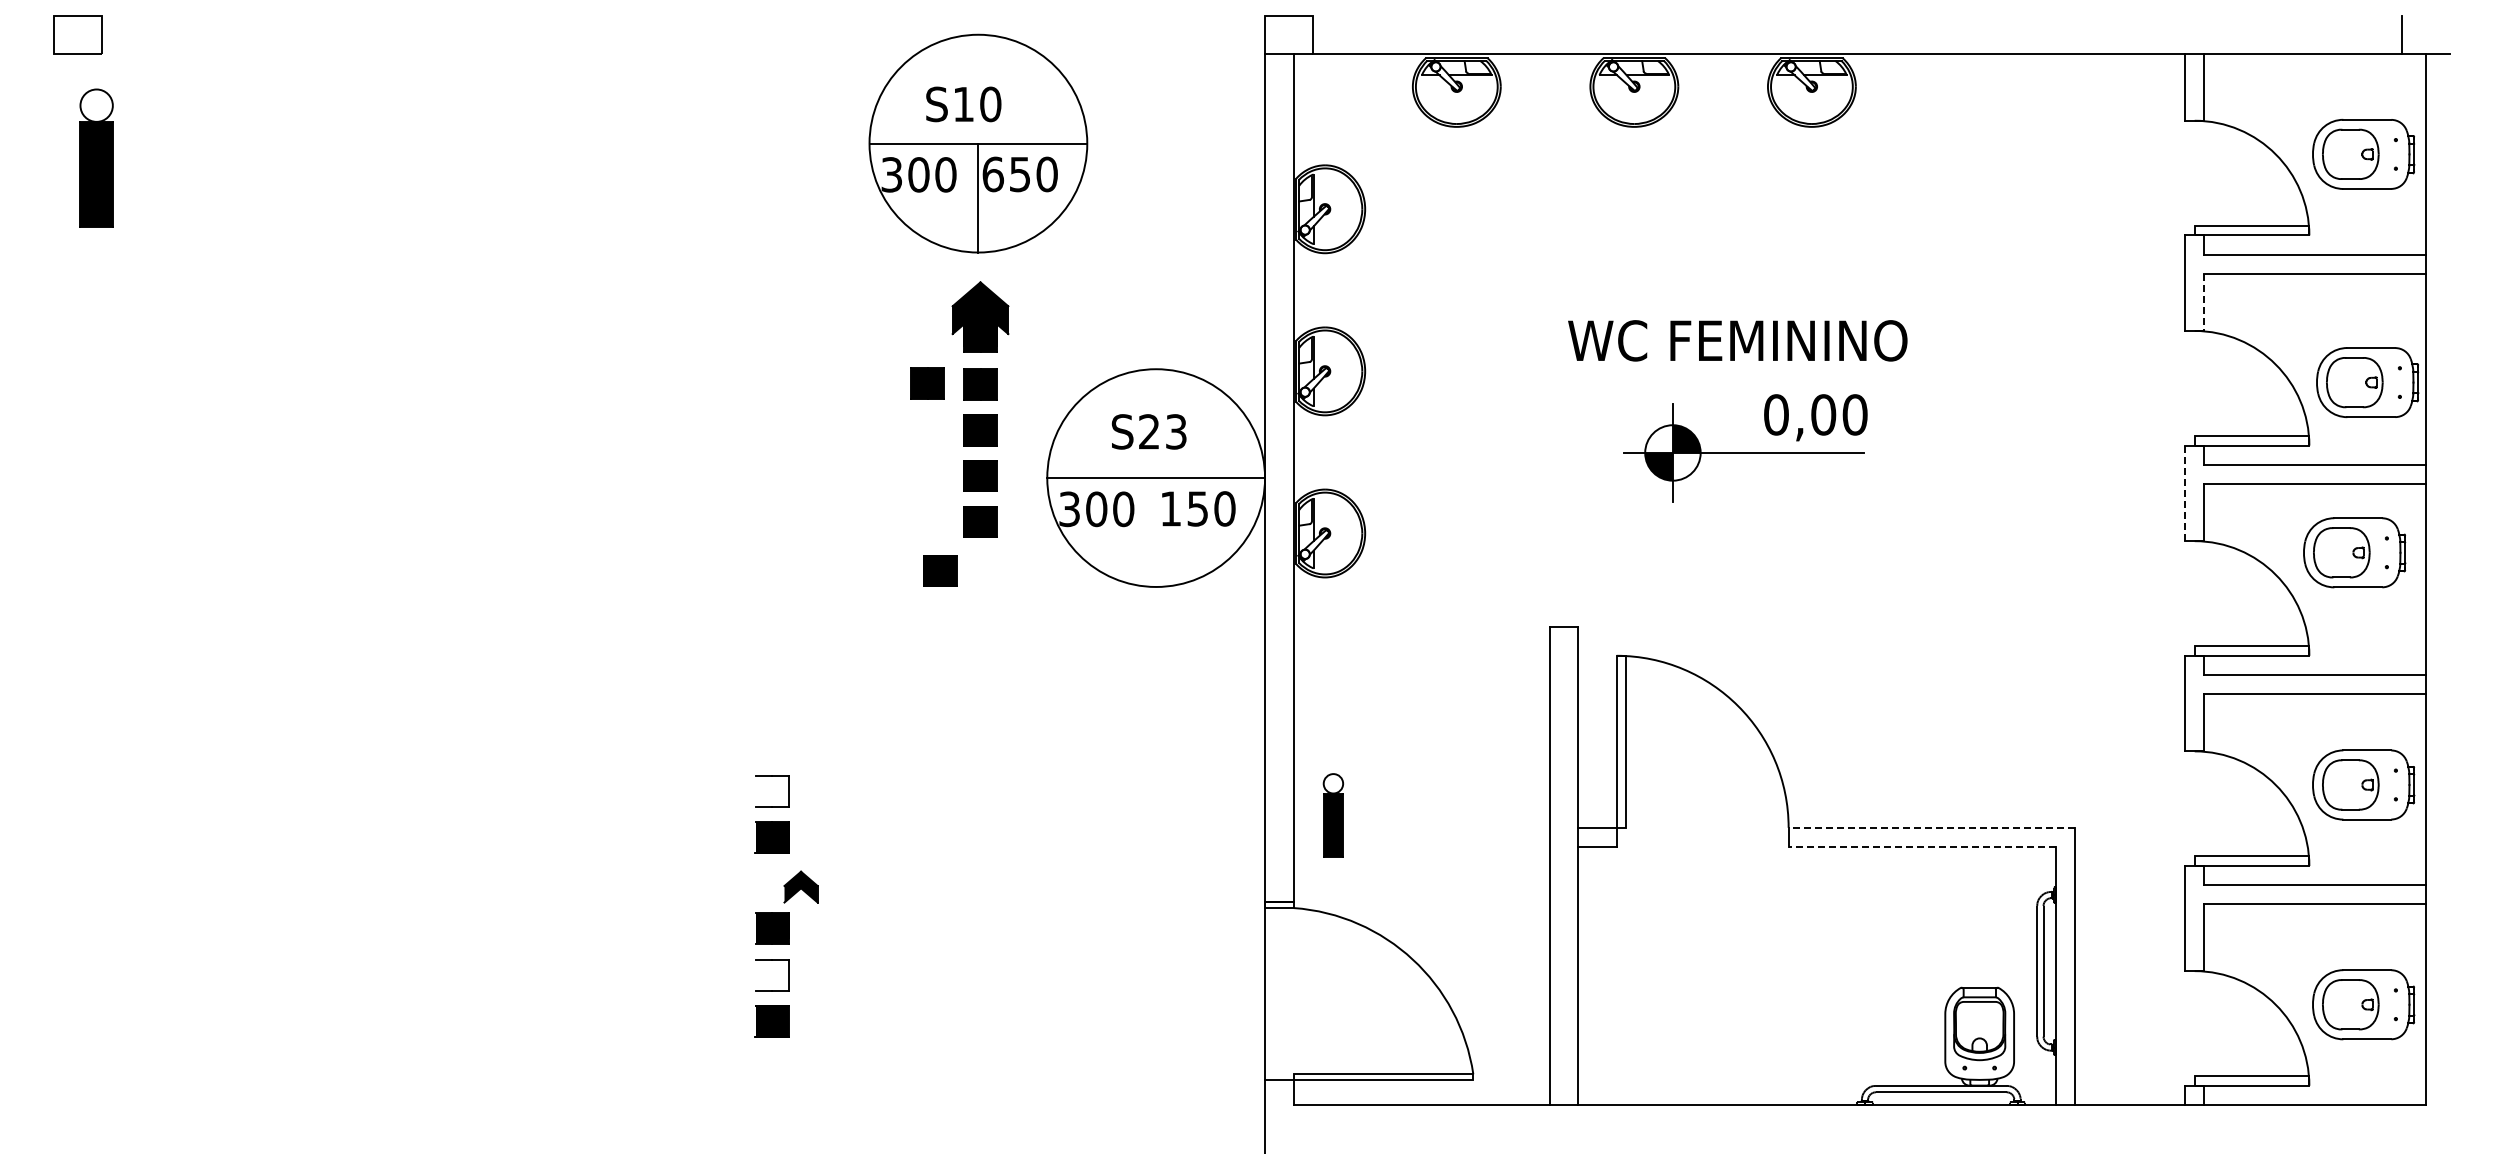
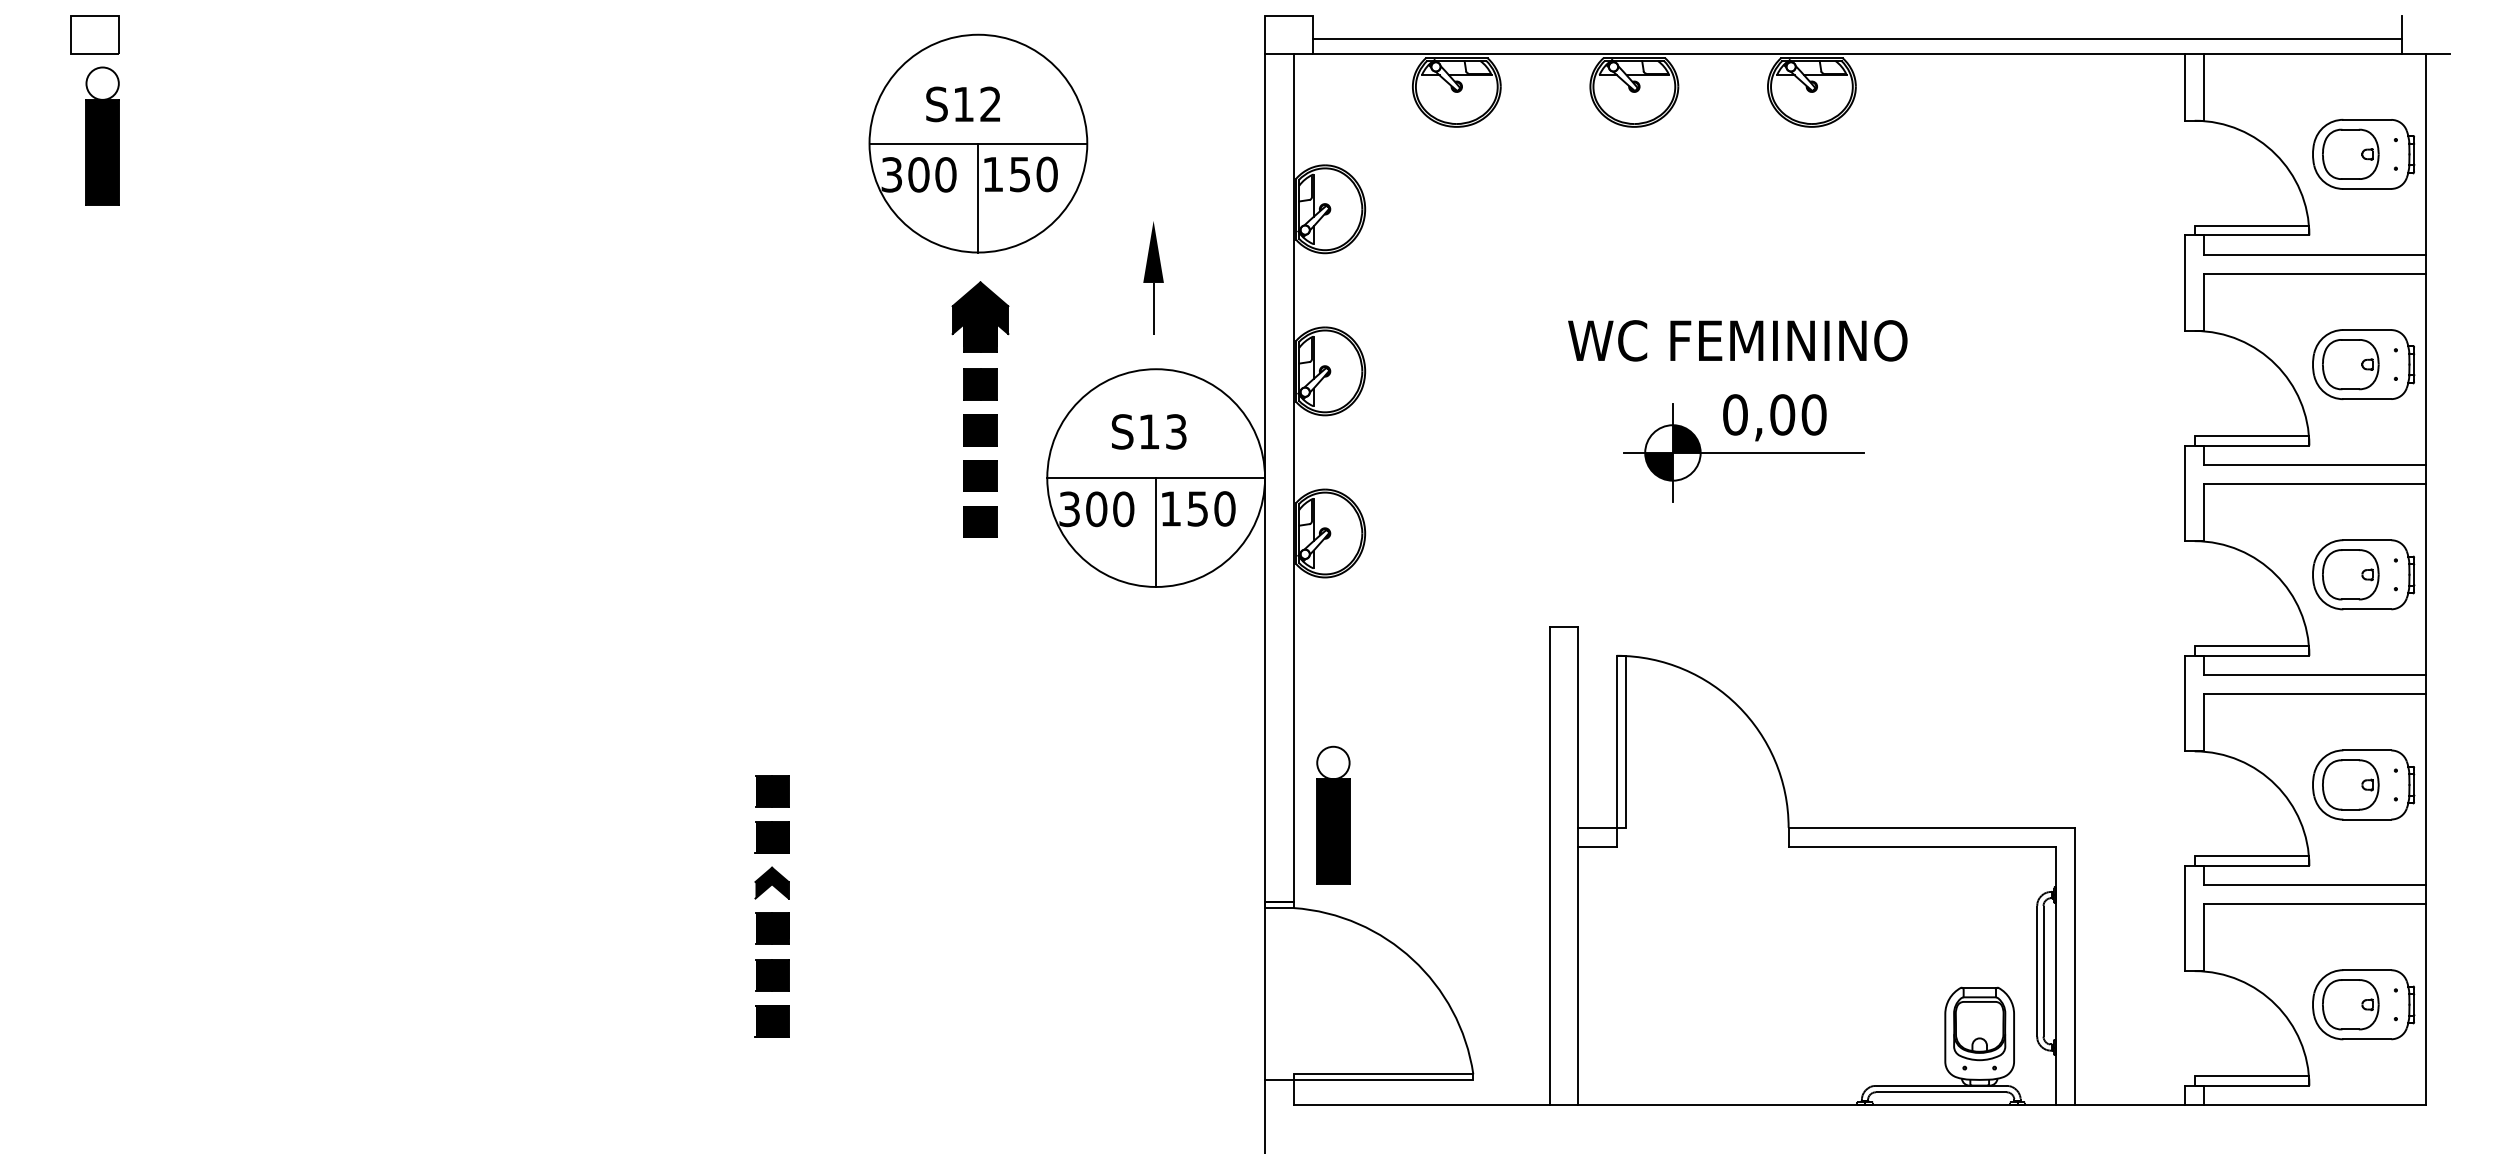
part at (77, 34) position: (77, 34) -> (94, 34)
line at (1857, 38): none -> present
text at (990, 104): S10 -> S12
part at (96, 157) position: (96, 157) -> (102, 135)
text at (993, 174): 650 -> 150
part at (1153, 277): none -> present
line at (2204, 302): dashed -> solid
part at (2367, 382) position: (2367, 382) -> (2363, 364)
part at (927, 383): present -> none
text at (1815, 417) position: (1815, 417) -> (1774, 417)
text at (1148, 431): S23 -> S13
line at (2185, 493): dashed -> solid
line at (1156, 532): none -> present
part at (2354, 552) position: (2354, 552) -> (2363, 574)
part at (940, 570): present -> none
fill at (771, 791): none -> present
part at (1332, 815) size: 22x85 px -> 35x140 px
line at (1931, 827): dashed -> solid
line at (1922, 846): dashed -> solid
part at (800, 886) position: (800, 886) -> (771, 882)
fill at (771, 975): none -> present
